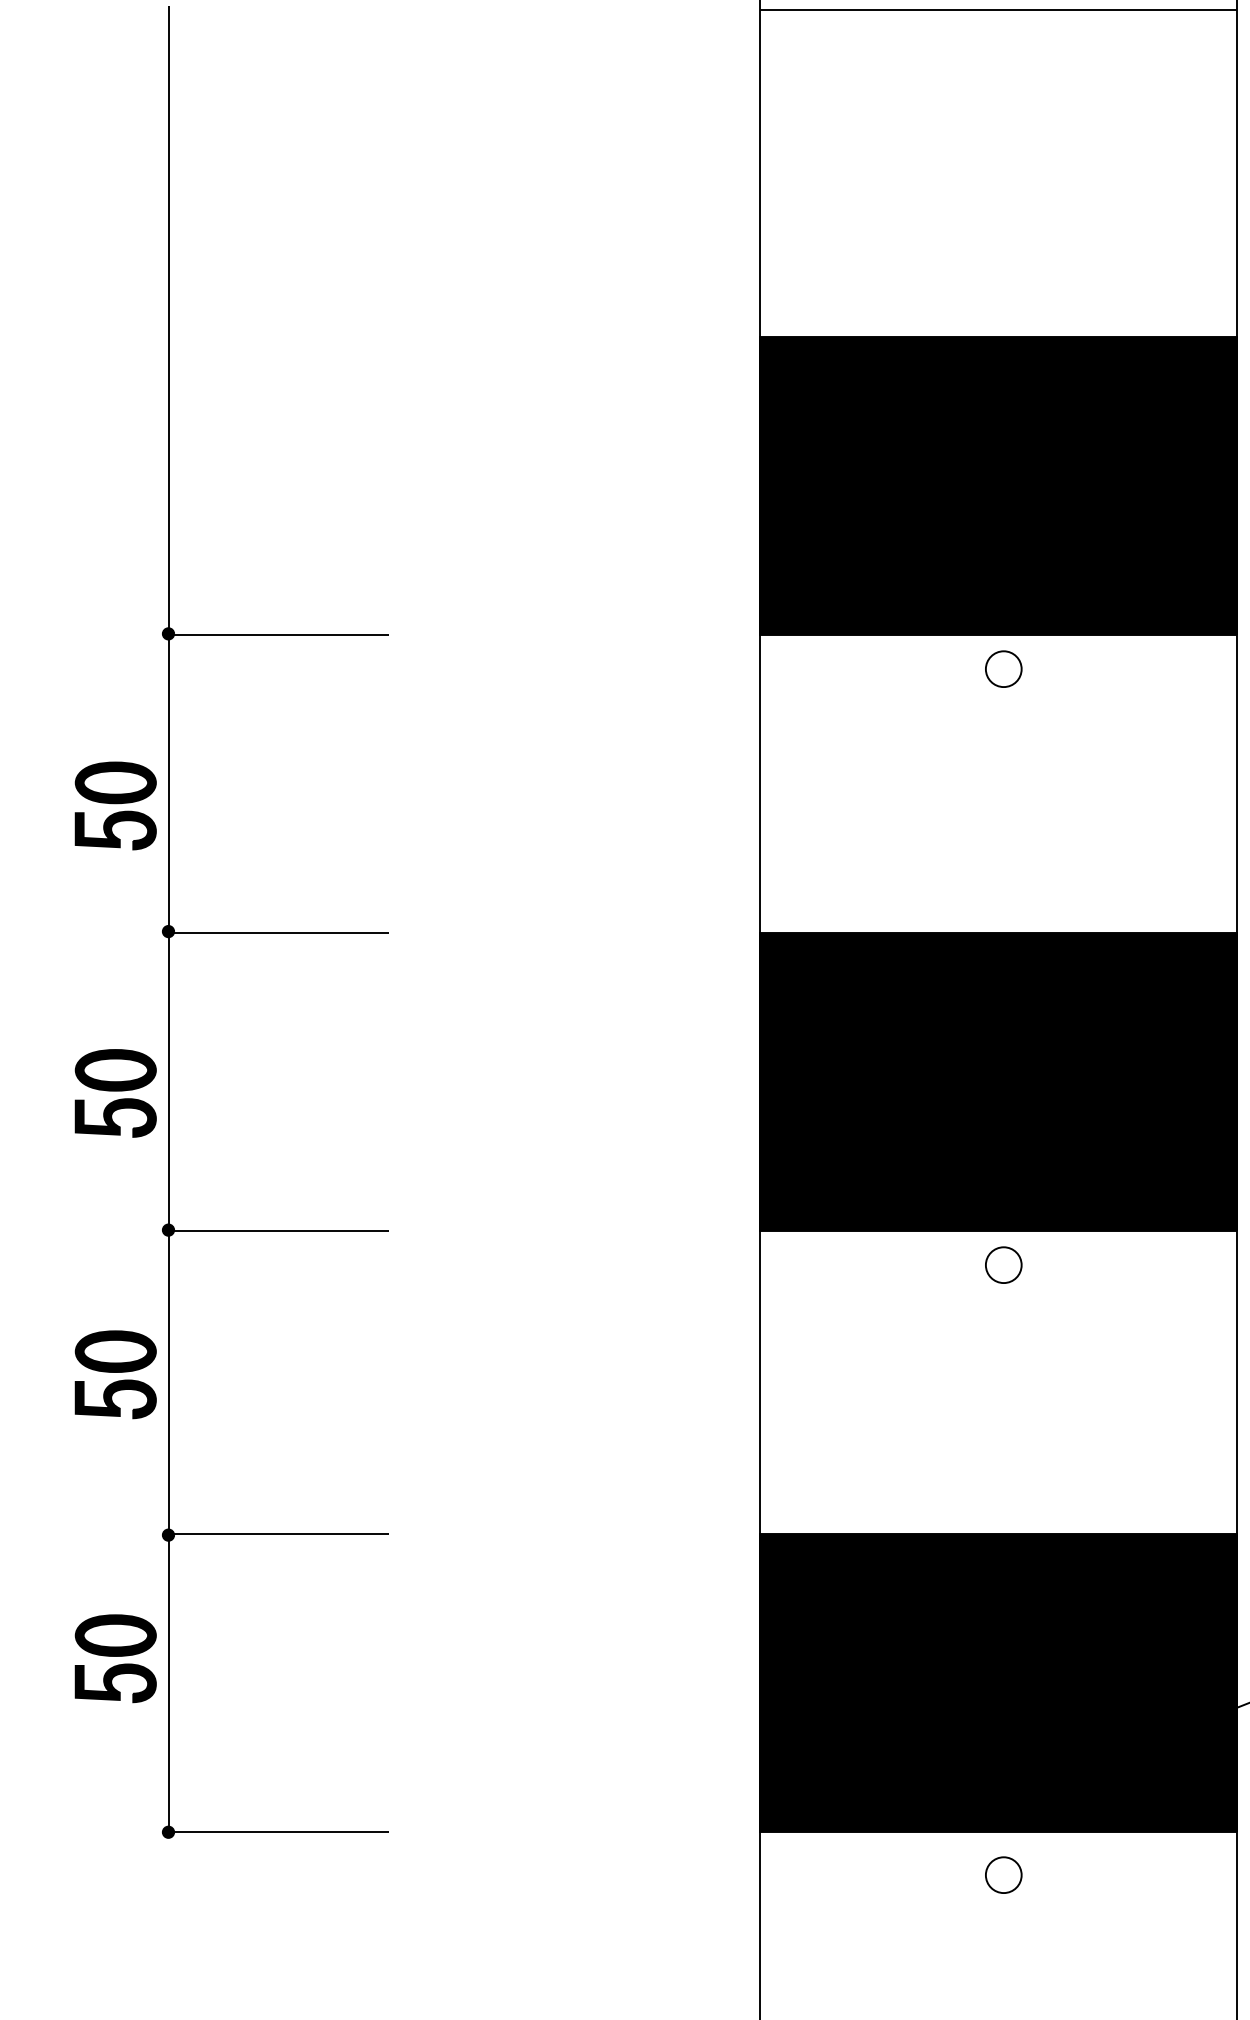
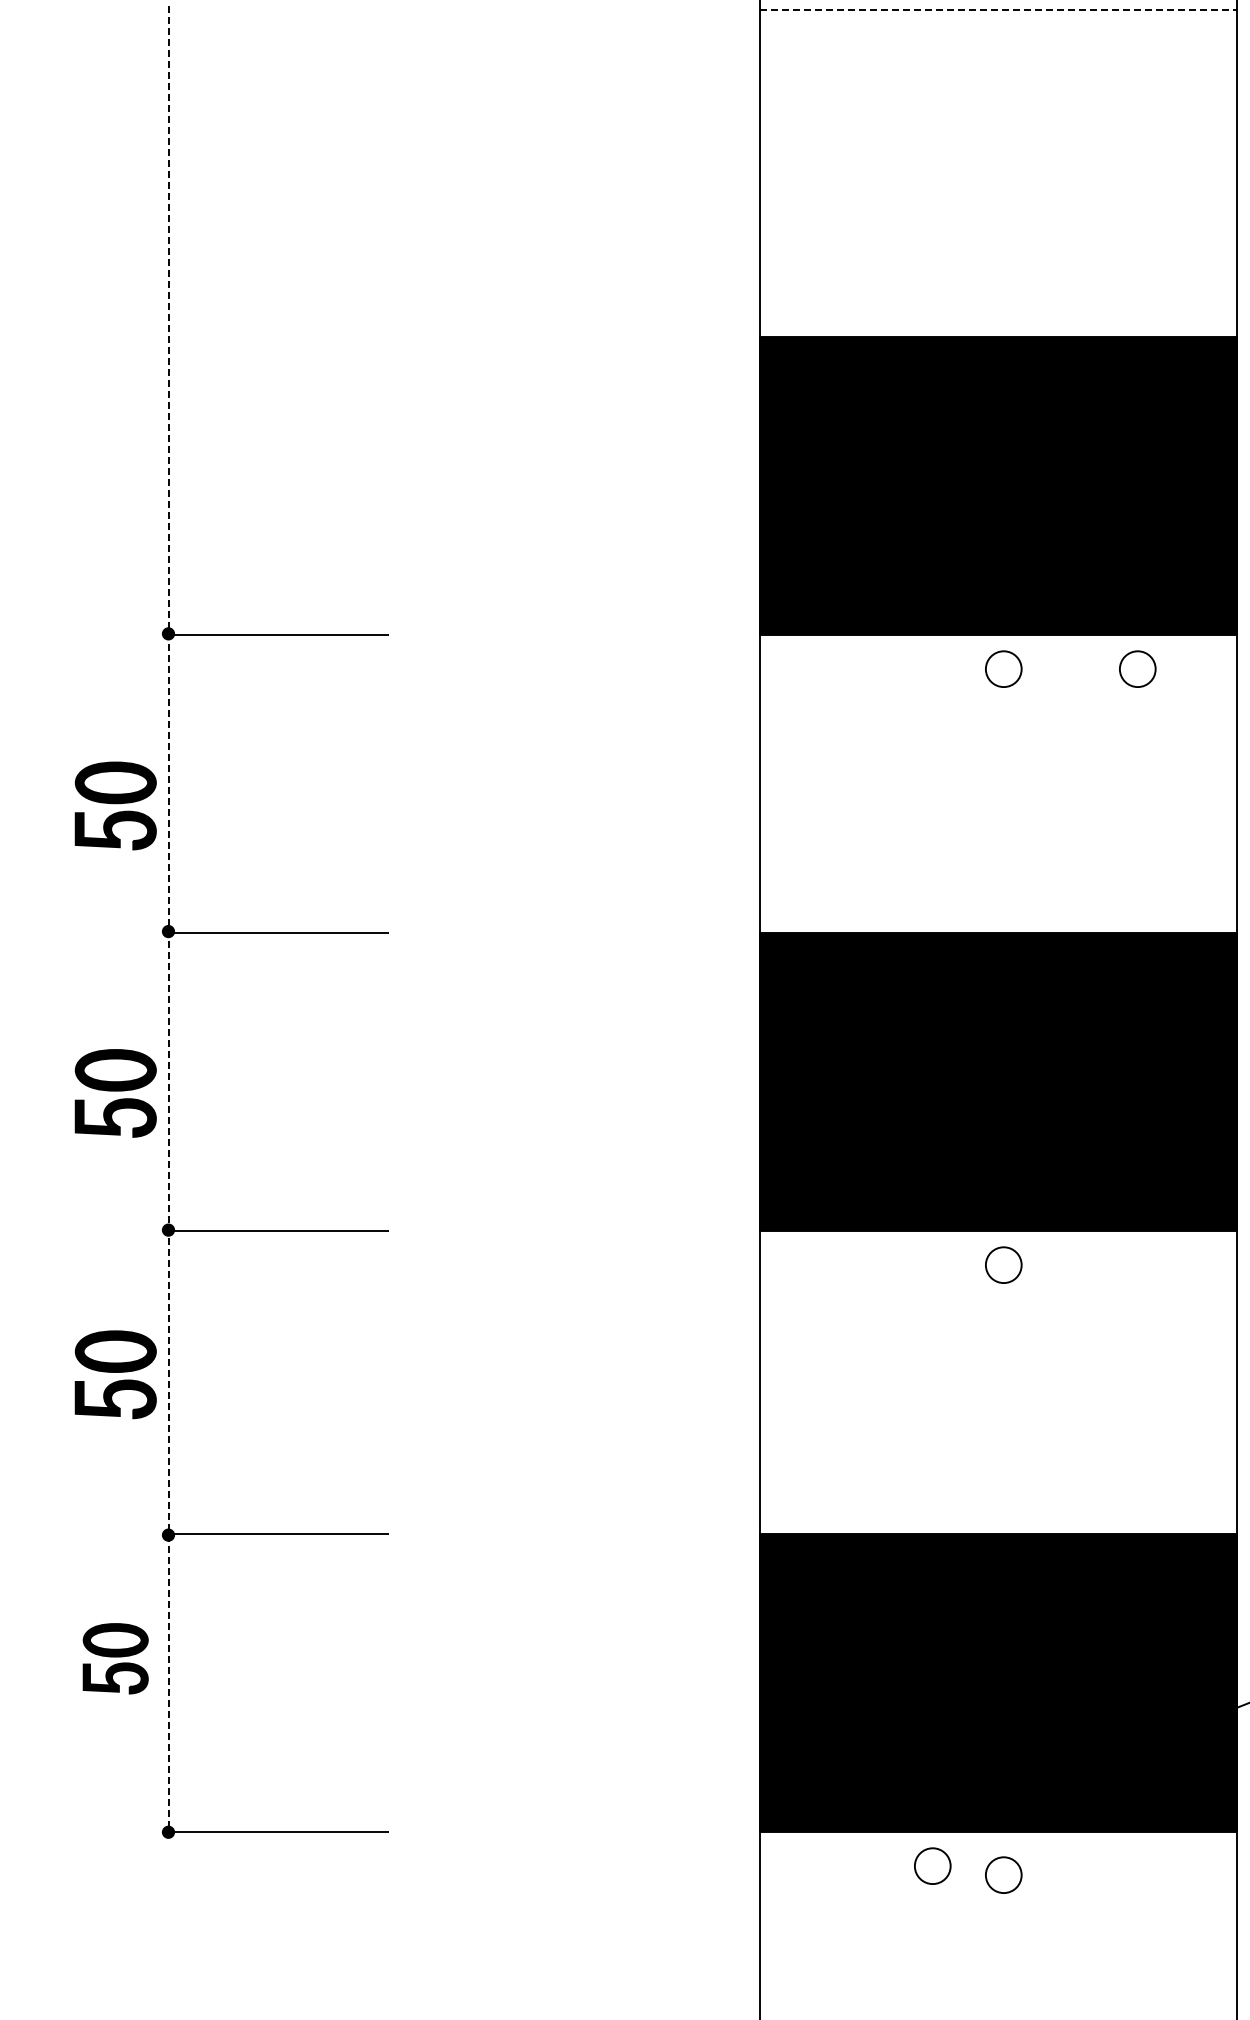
line at (998, 9): solid -> dashed
part at (1137, 668): none -> present
line at (169, 918): solid -> dashed
part at (115, 1658) size: 83x90 px -> 67x72 px
part at (932, 1865): none -> present
